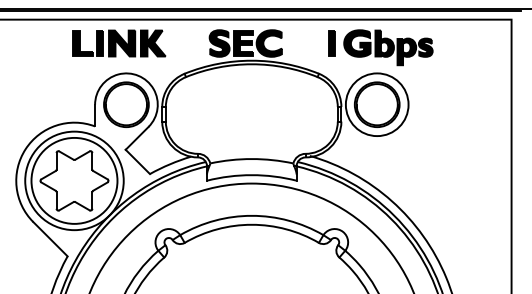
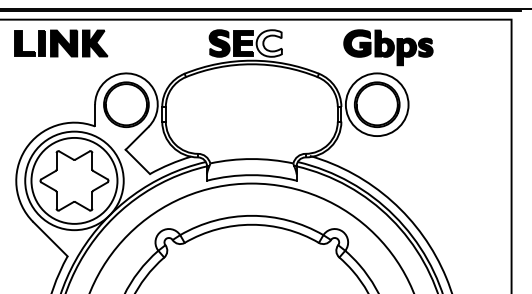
part at (119, 43) position: (119, 43) -> (61, 43)
fill at (268, 43): present -> none
part at (331, 43): present -> none
